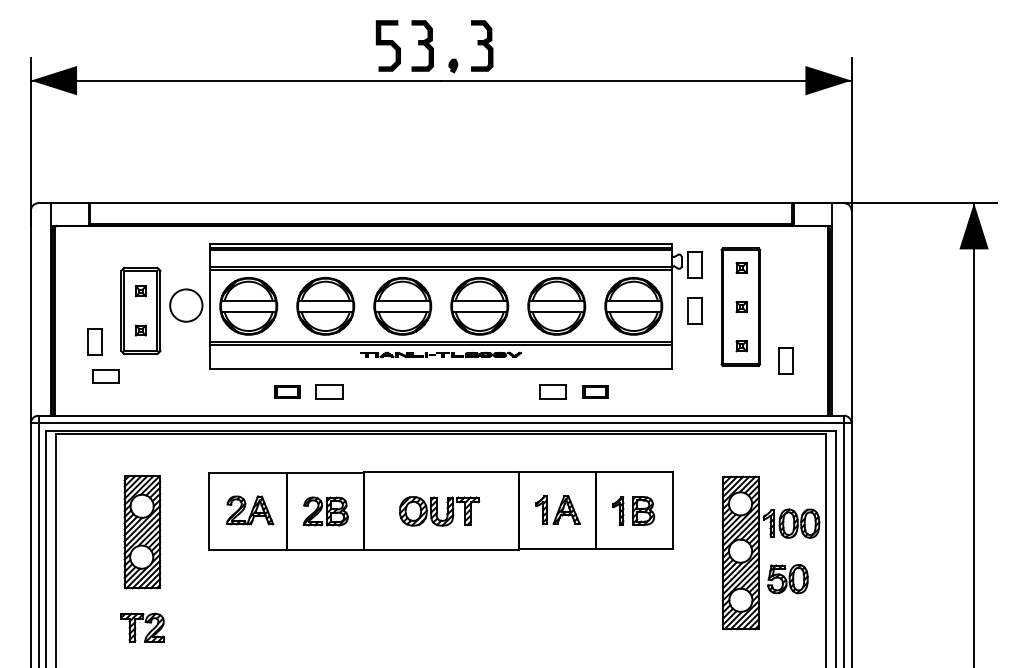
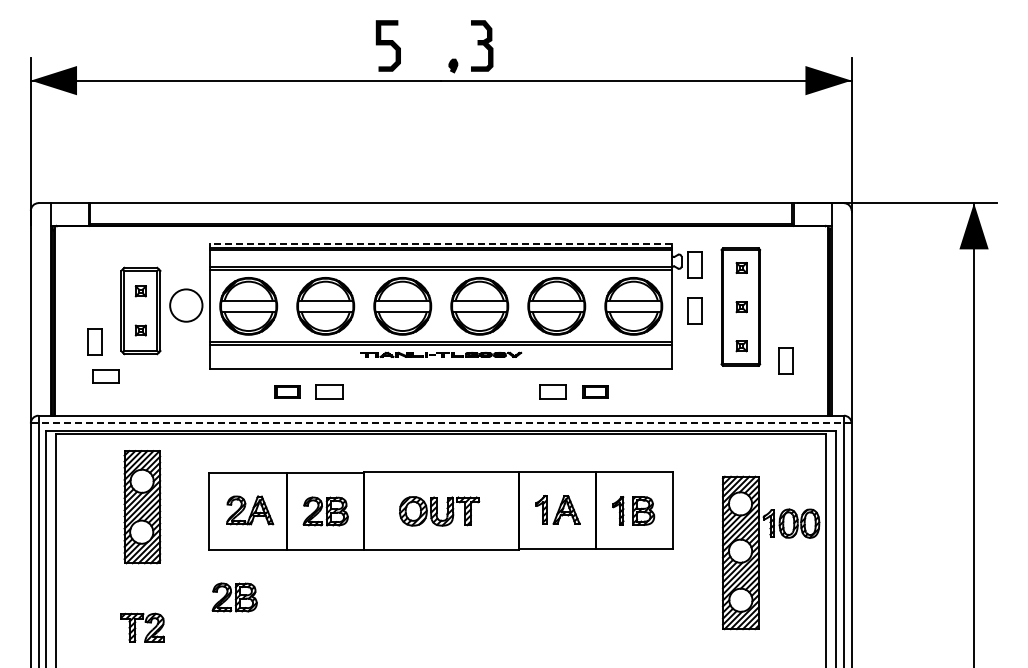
part at (422, 45): present -> none
line at (440, 243): solid -> dashed
line at (441, 423): solid -> dashed
part at (142, 532) position: (142, 532) -> (142, 507)
part at (787, 579): present -> none
part at (234, 597): none -> present
